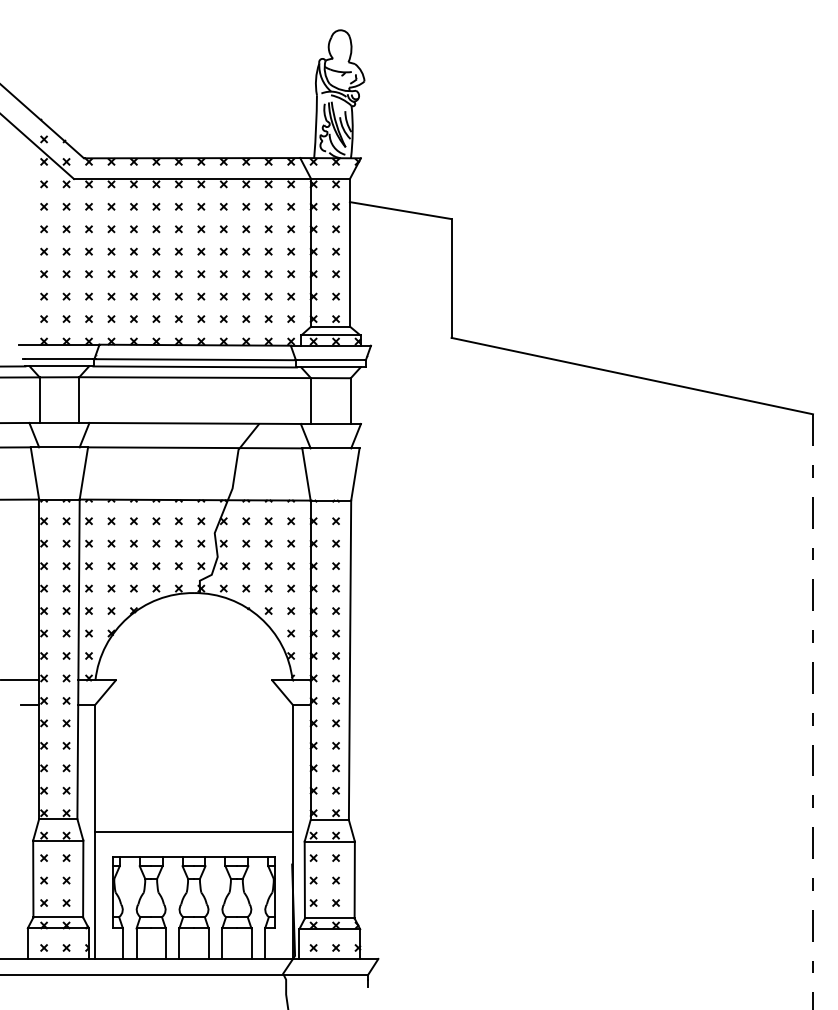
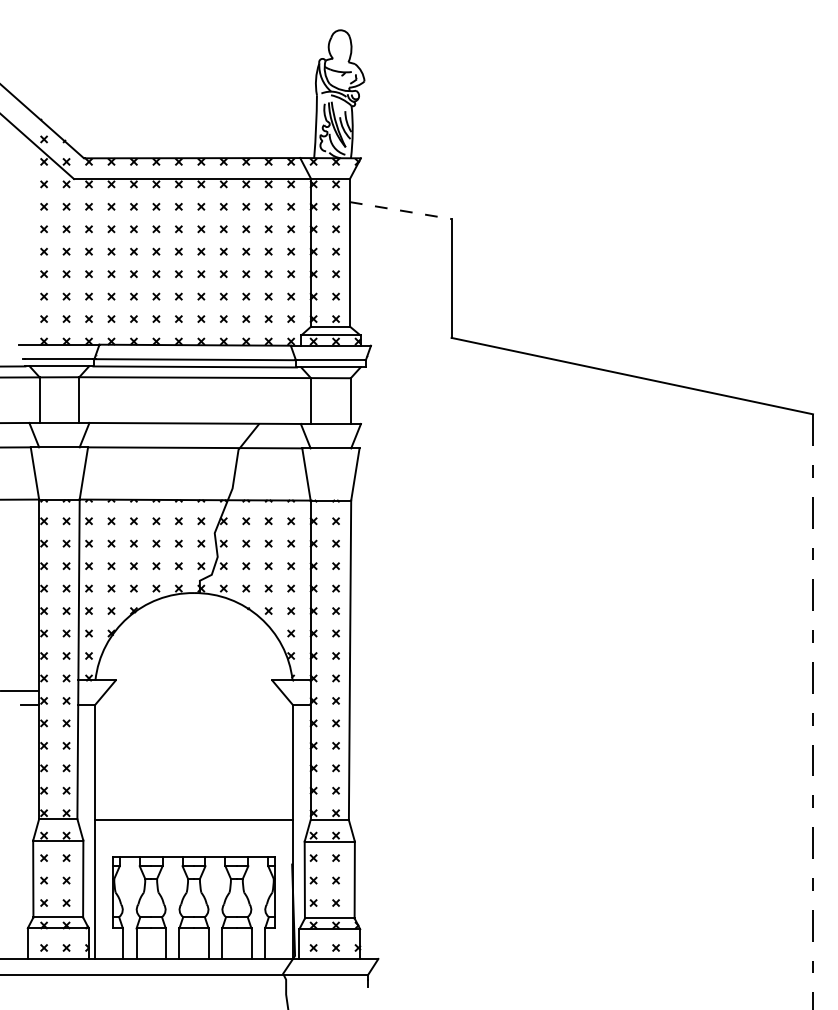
line at (400, 210): solid -> dashed
line at (20, 680) position: (20, 680) -> (20, 691)
line at (193, 831) position: (193, 831) -> (193, 819)
